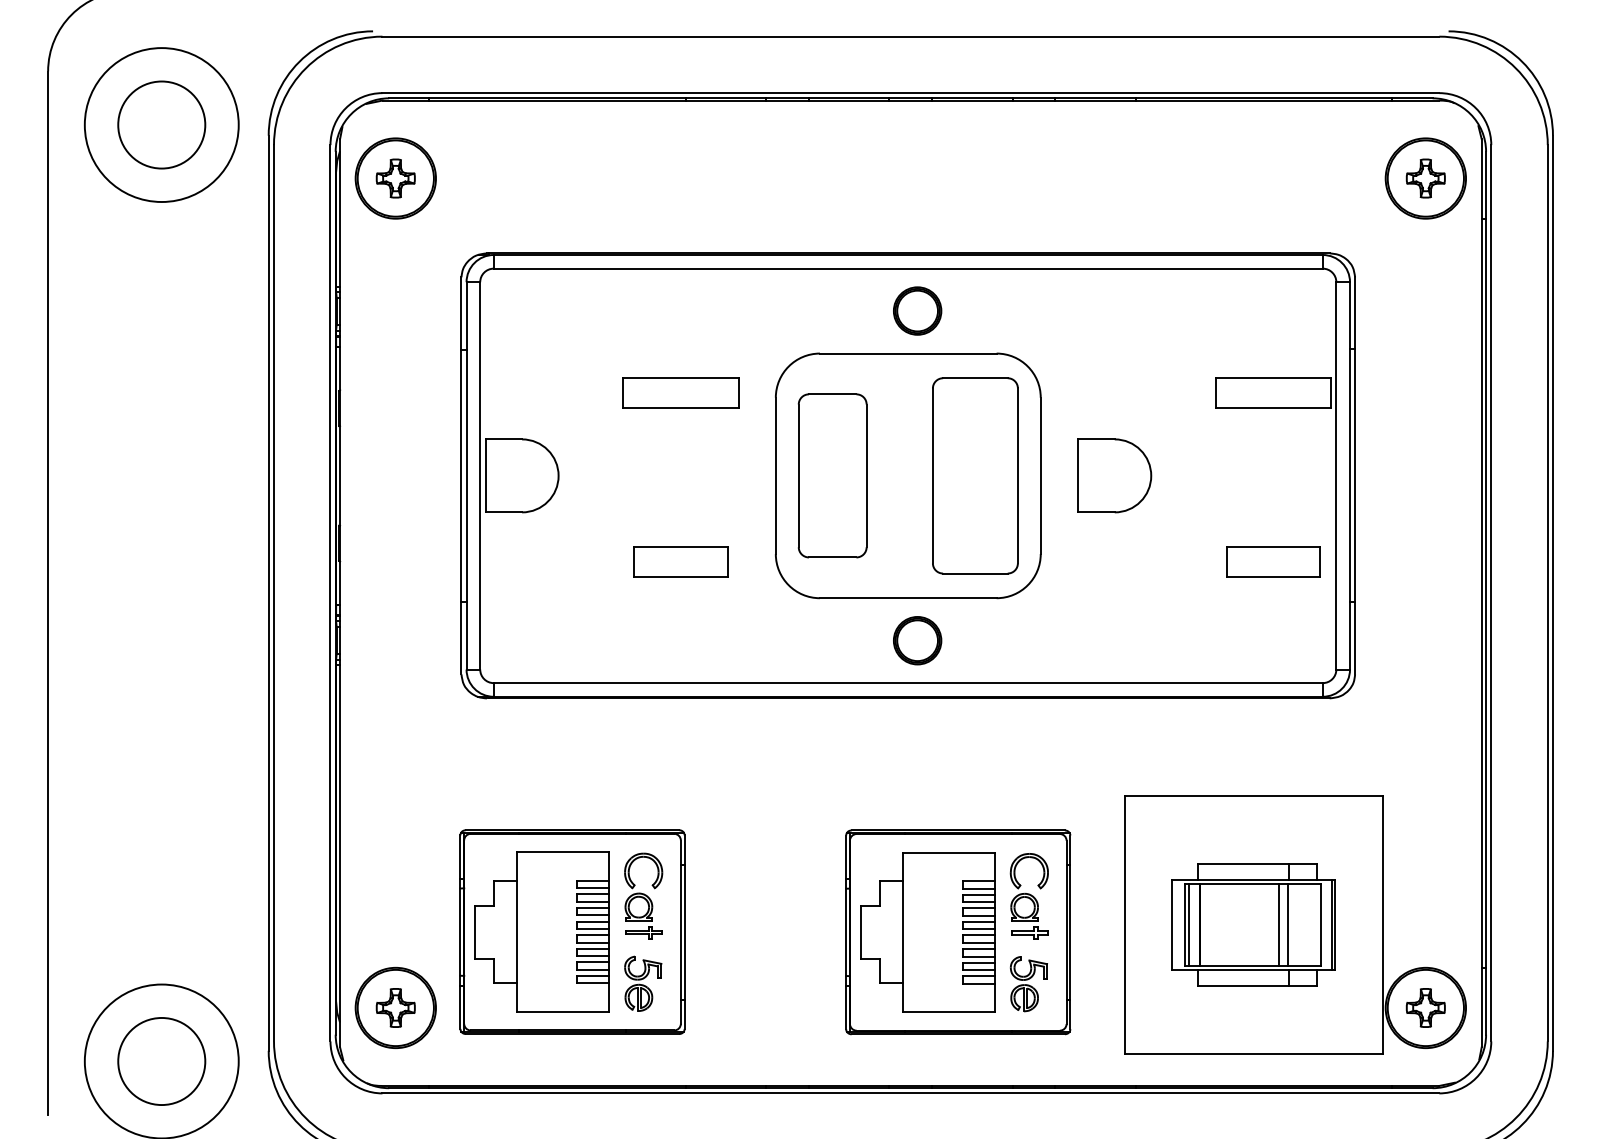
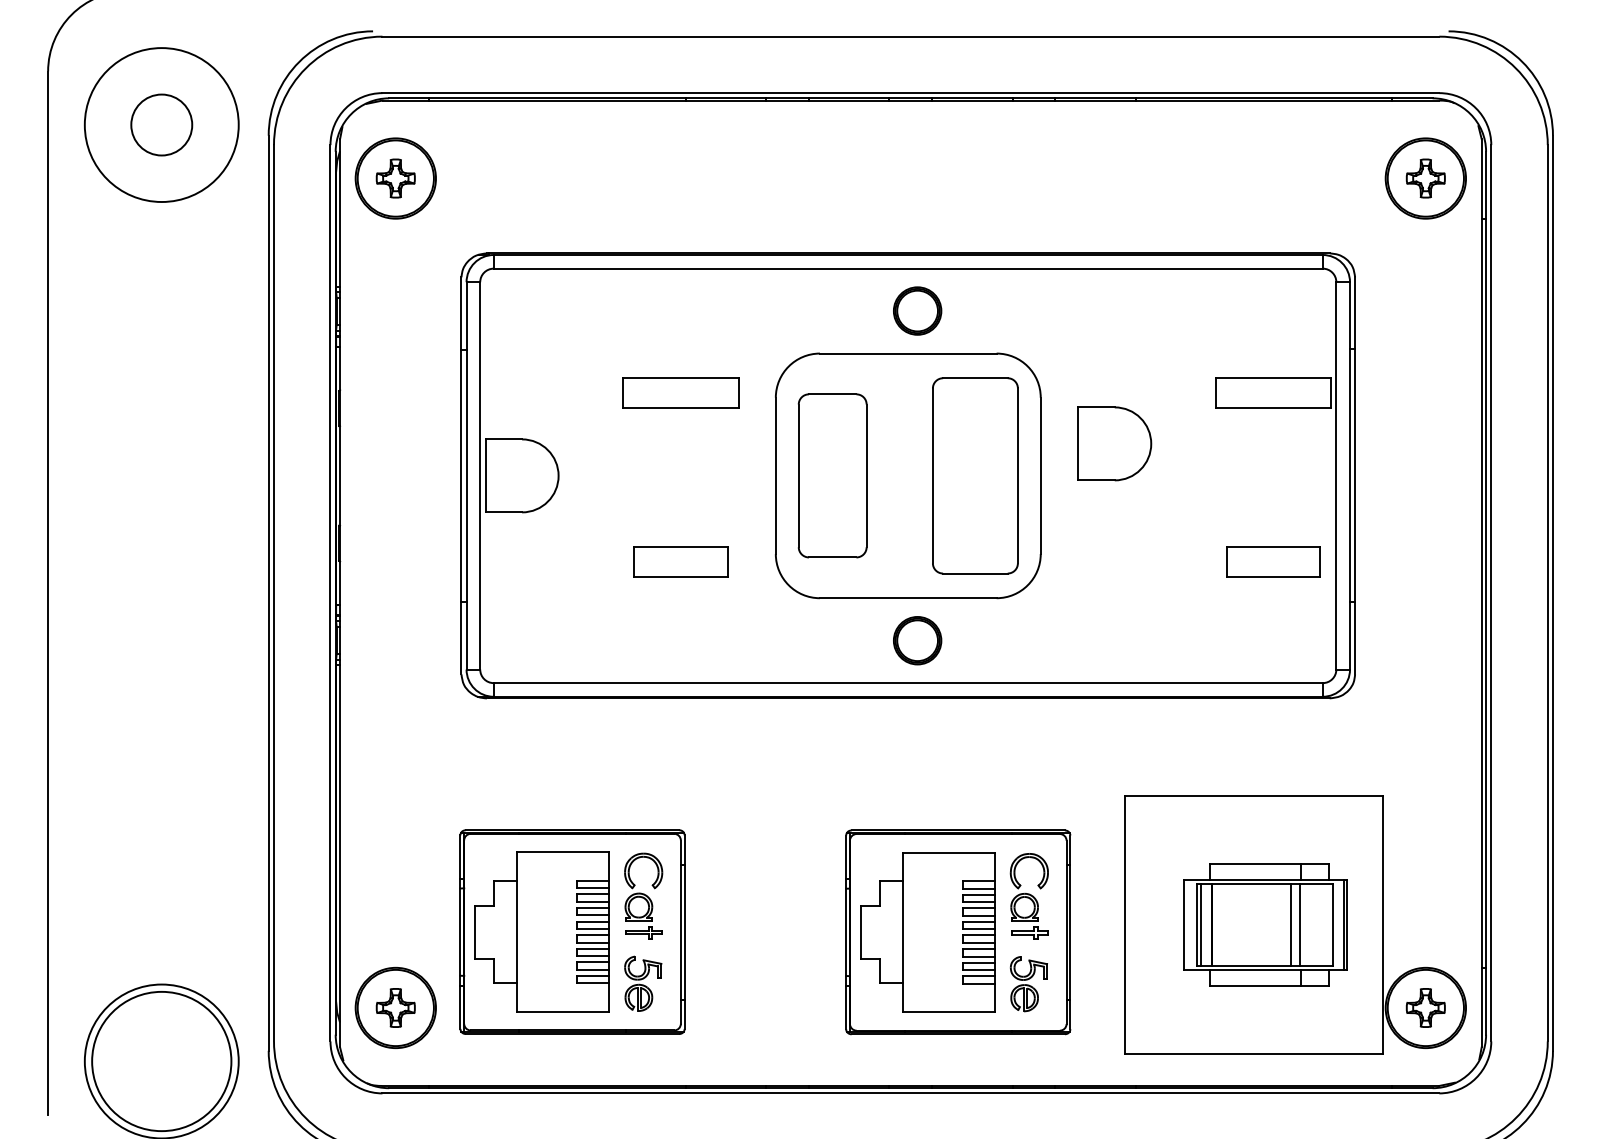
circle at (161, 124) diameter: 87 px -> 61 px
part at (1114, 475) position: (1114, 475) -> (1114, 443)
part at (1253, 924) position: (1253, 924) -> (1265, 924)
circle at (161, 1061) diameter: 87 px -> 139 px
